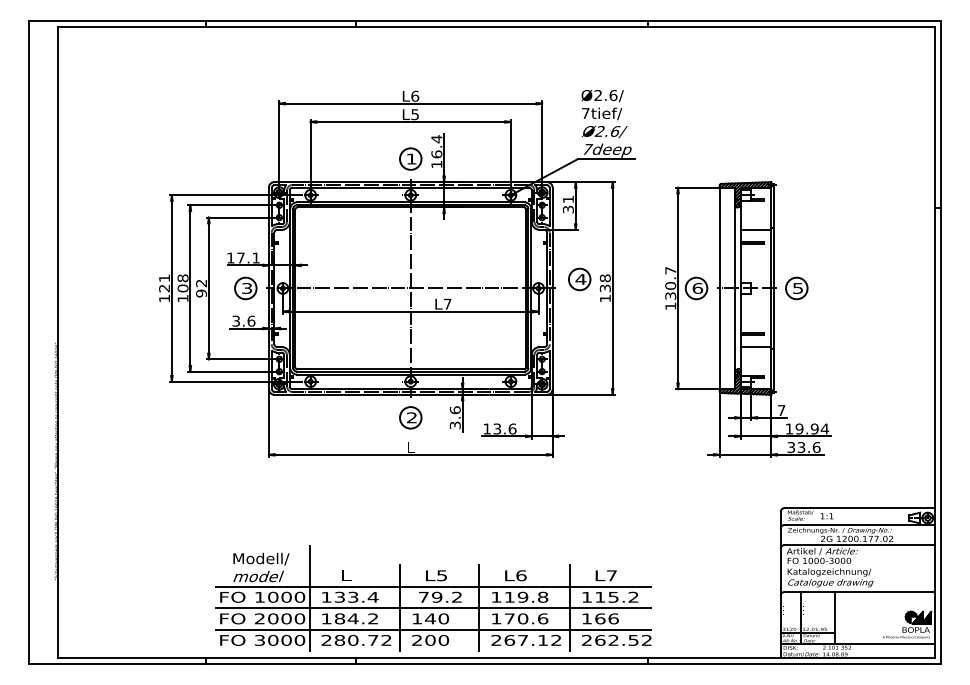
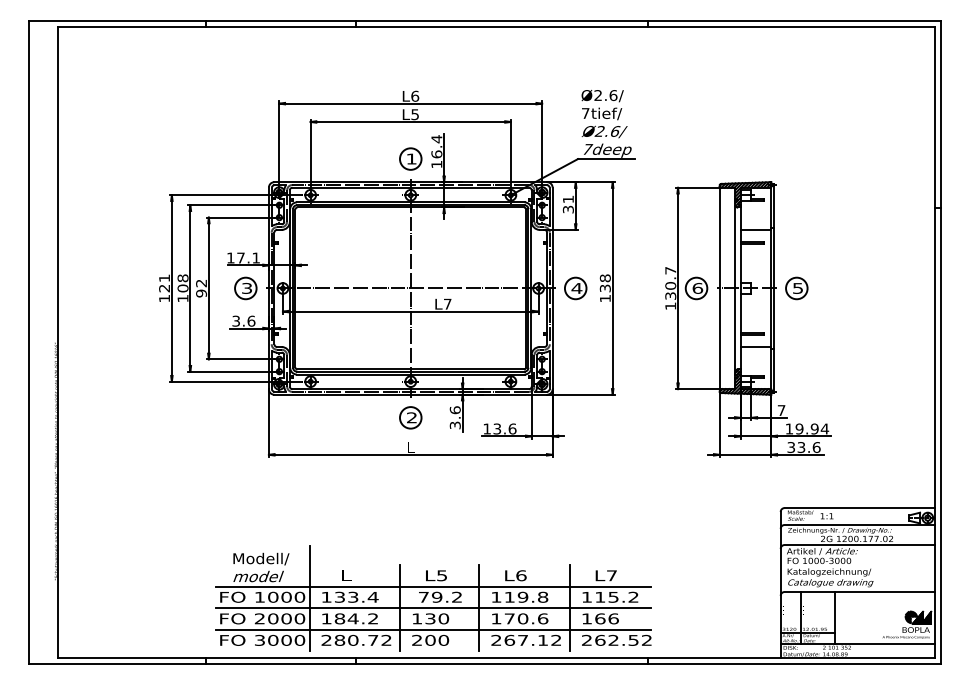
part at (579, 279) position: (579, 279) -> (575, 288)
text at (430, 618): 140 -> 130
